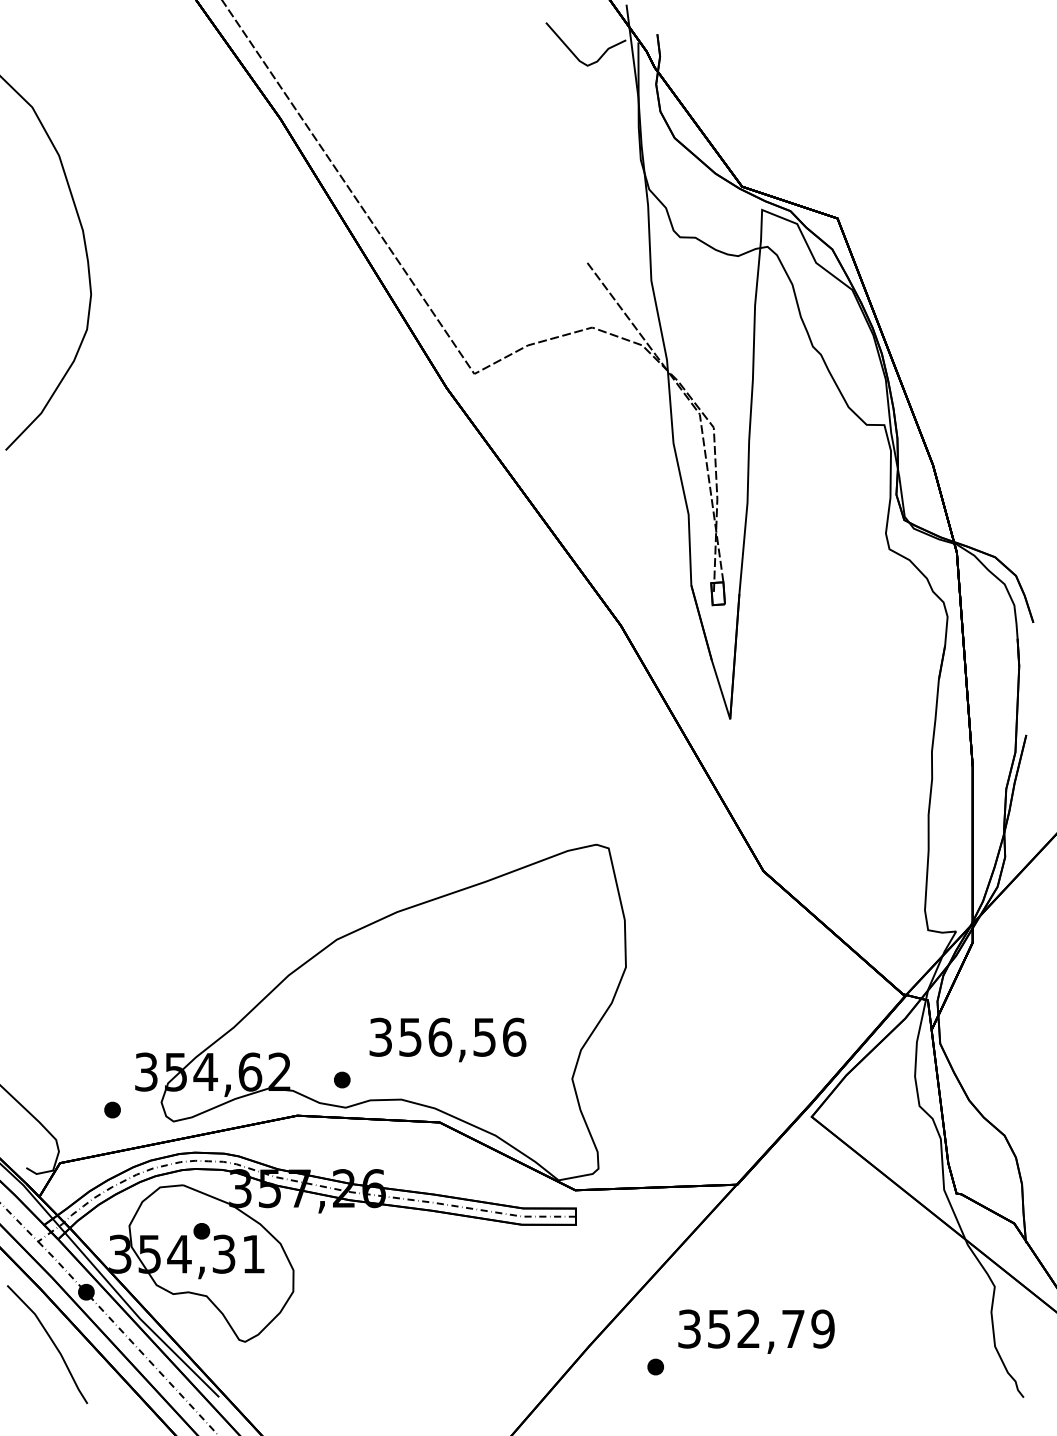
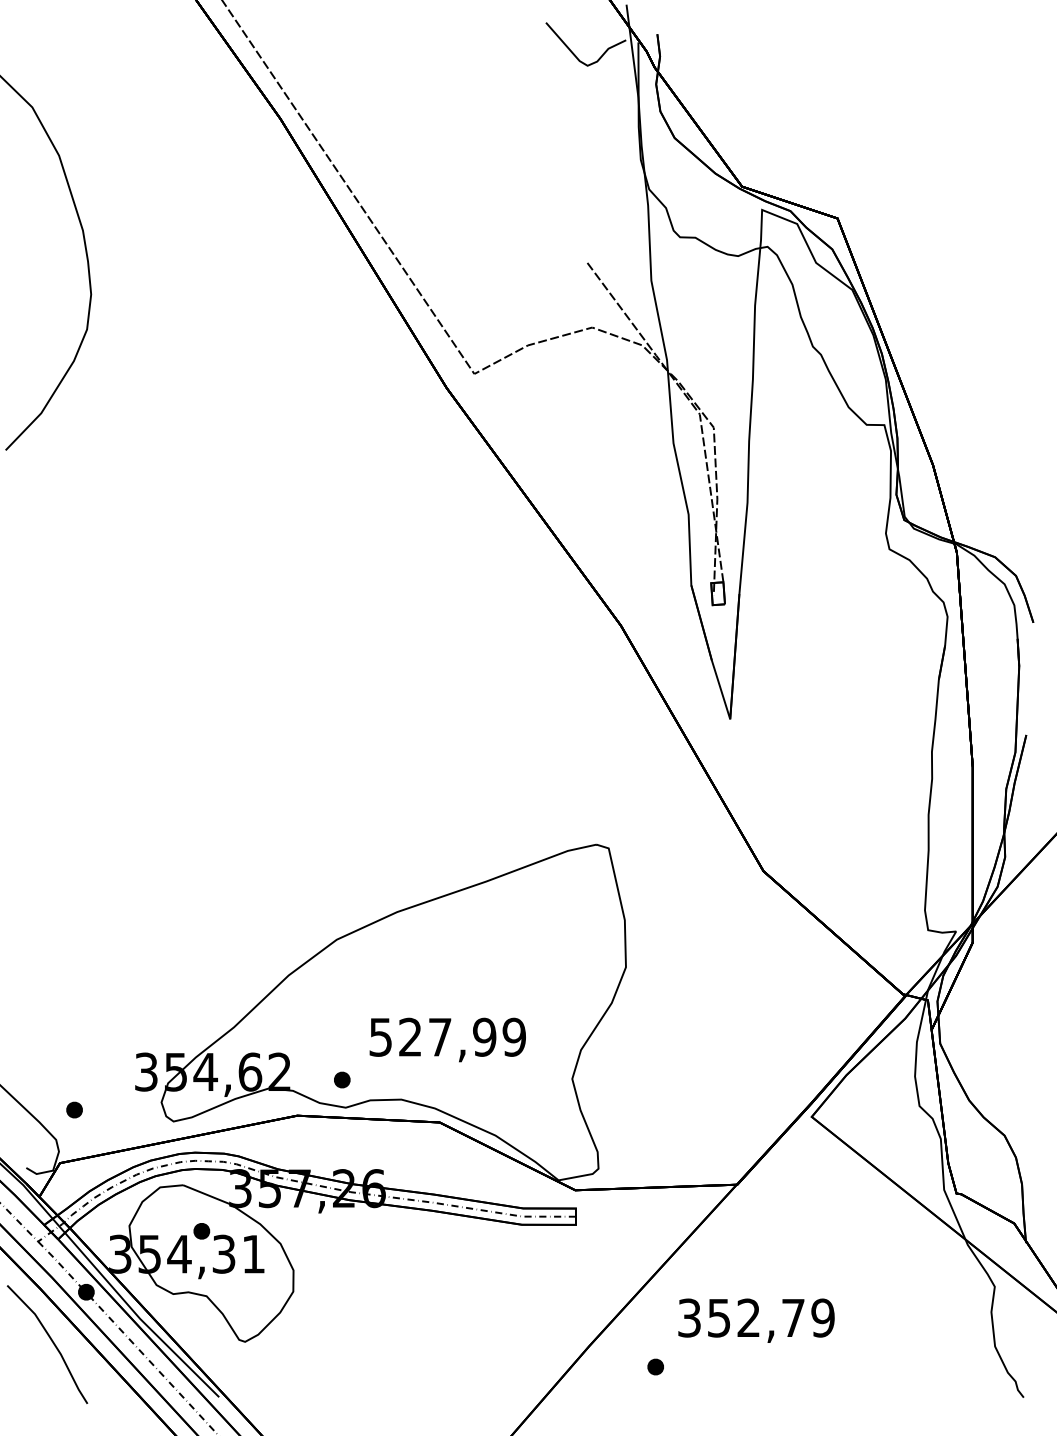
text at (448, 1036): 356,56 -> 527,99
part at (112, 1109) position: (112, 1109) -> (74, 1109)
text at (756, 1331) position: (756, 1331) -> (756, 1320)
